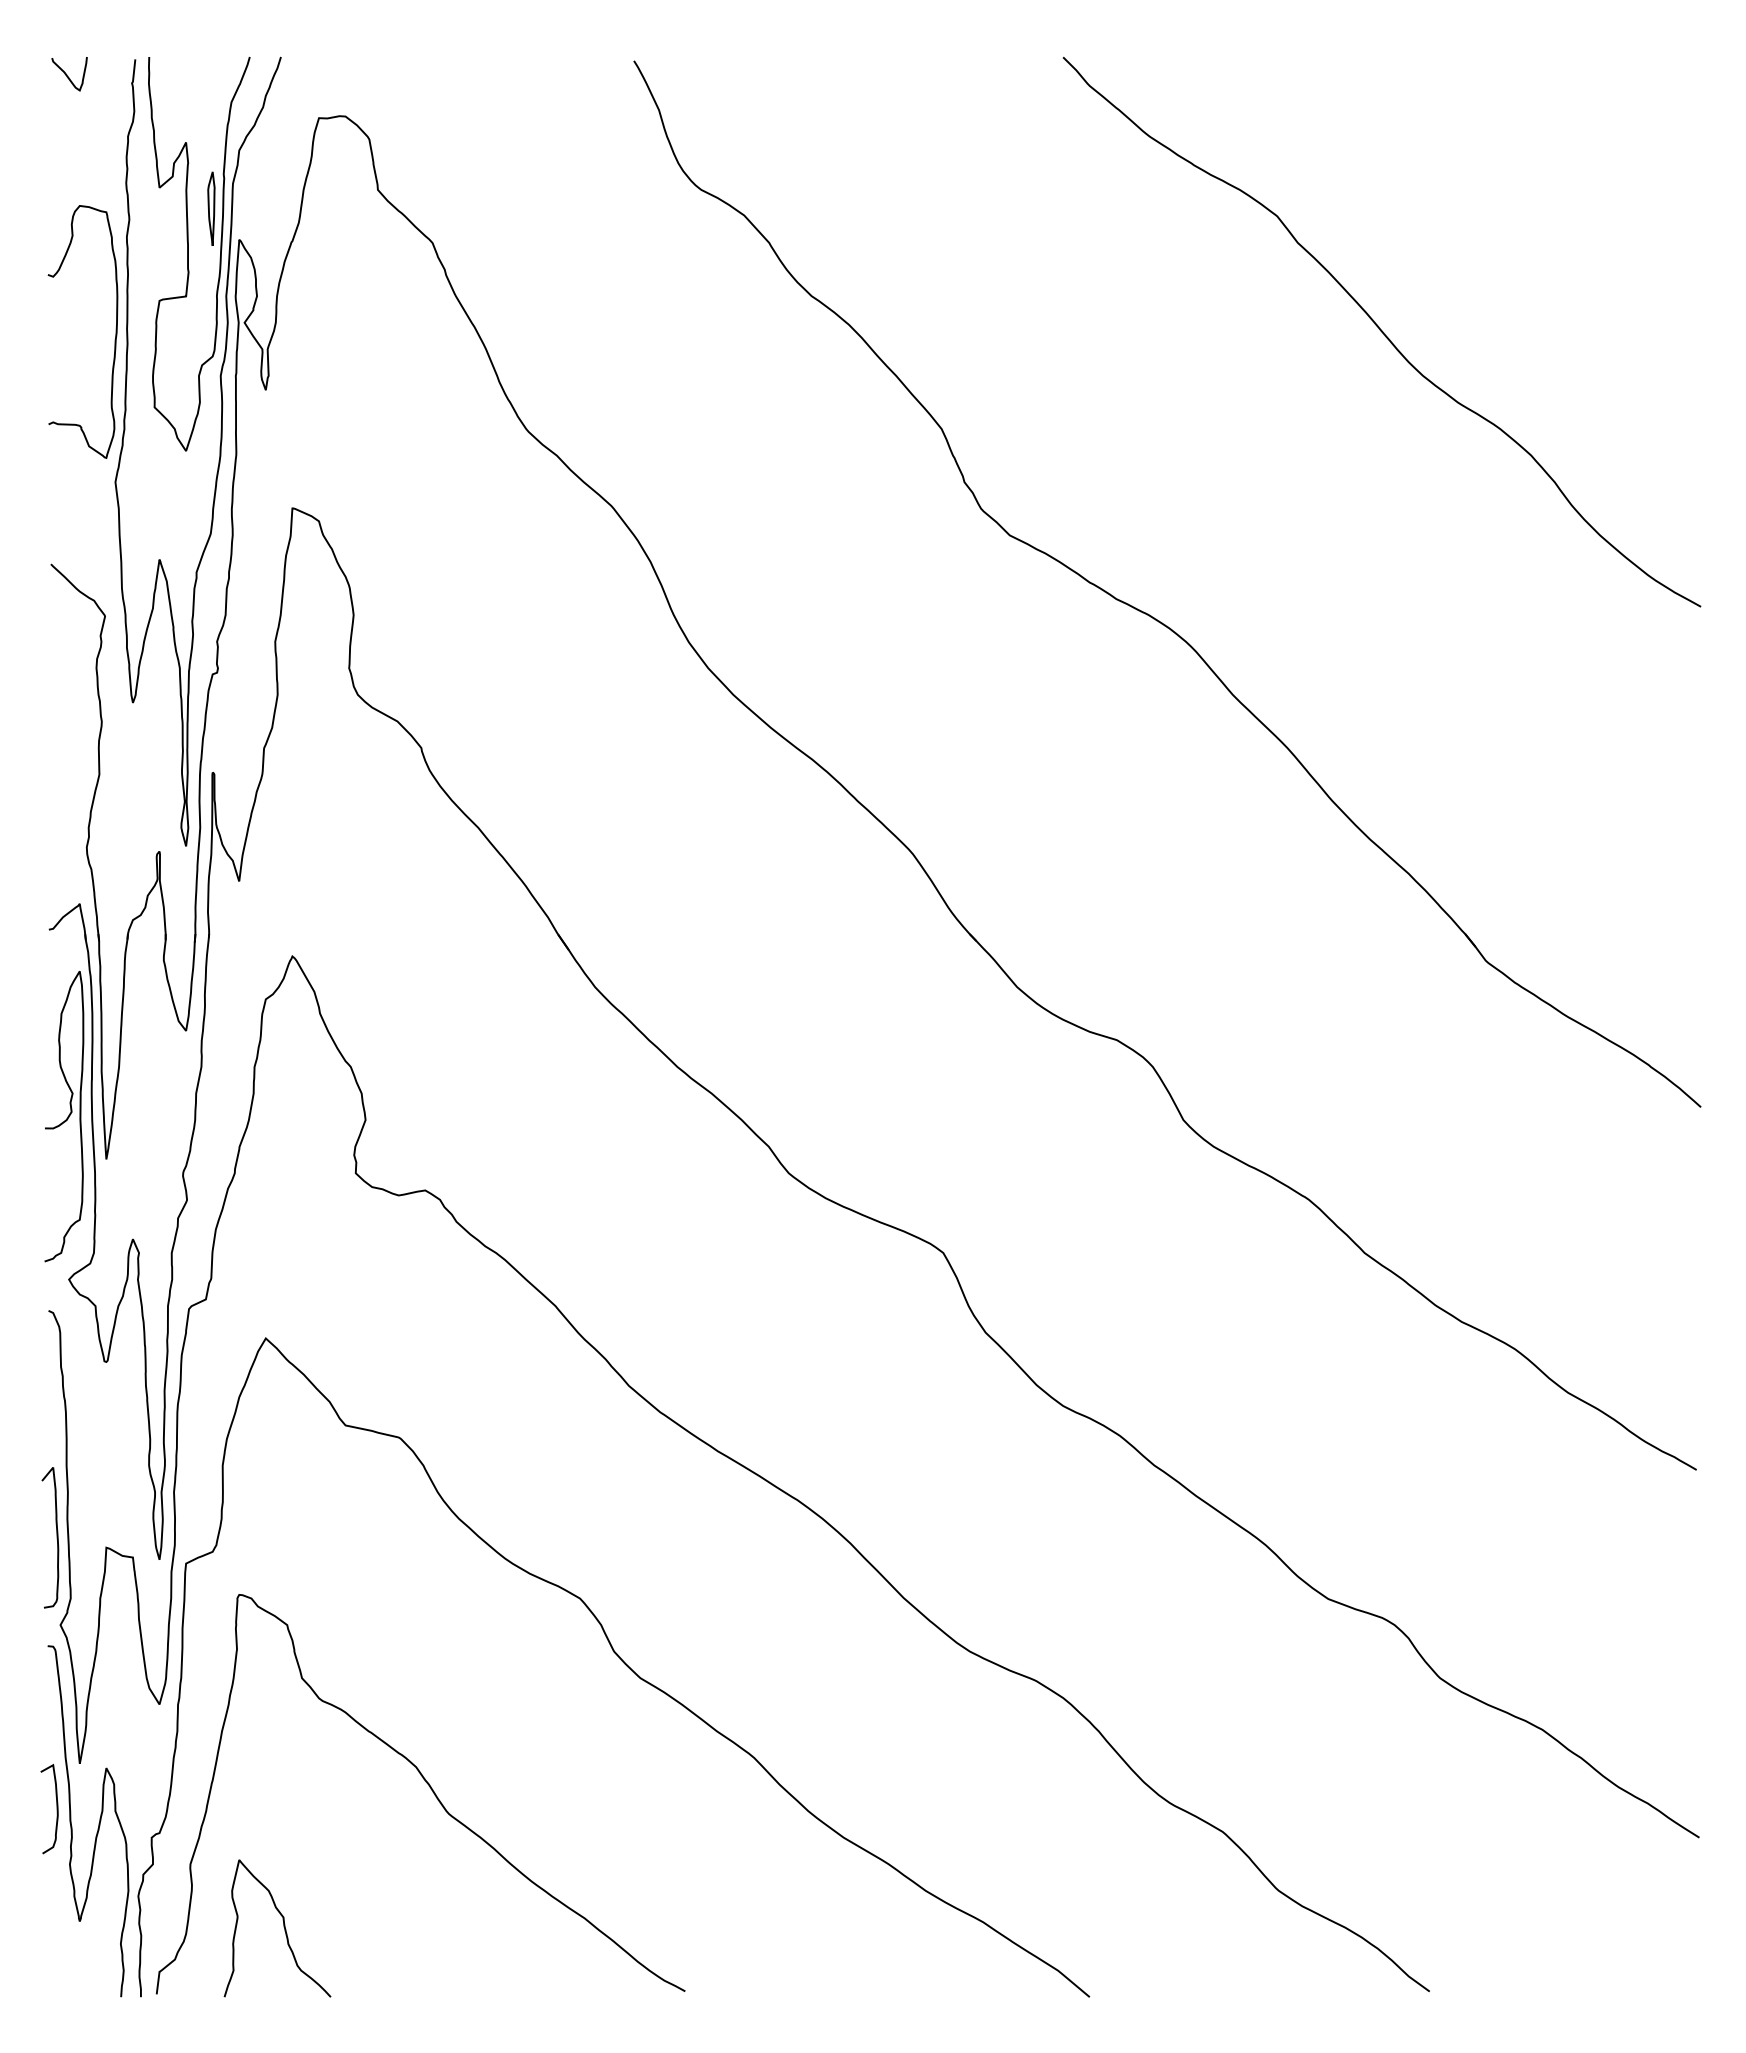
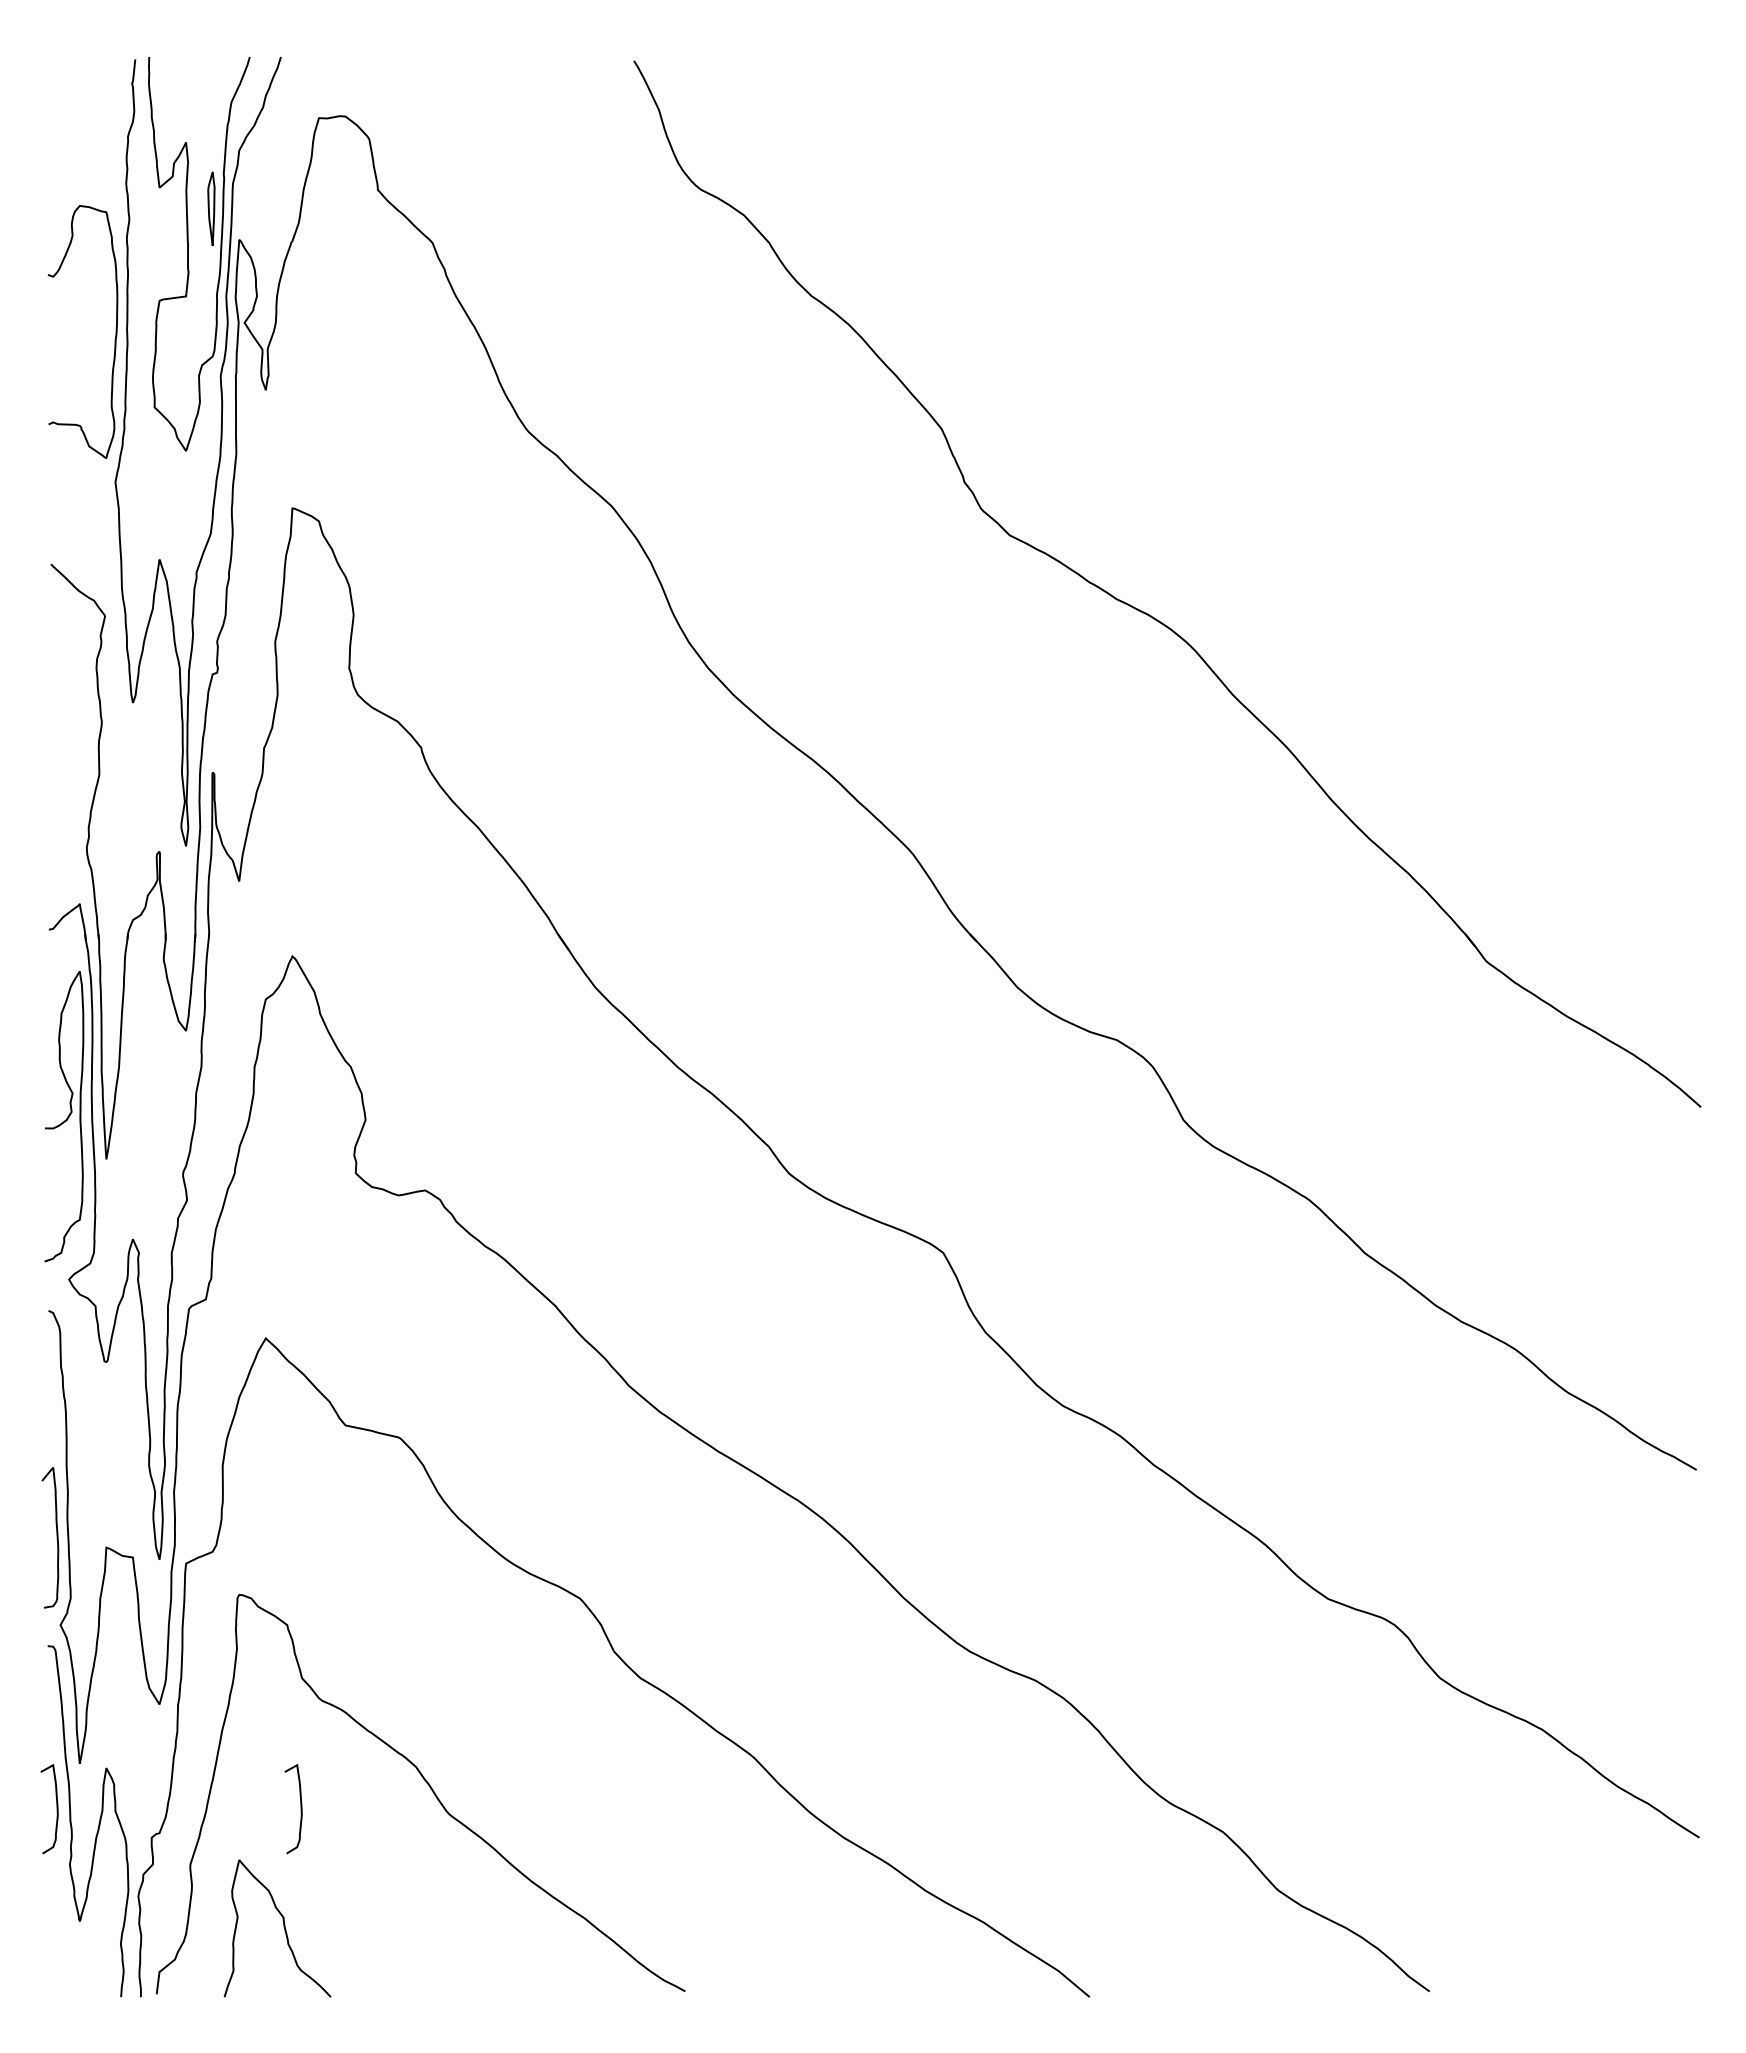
curve at (67, 74): present -> none
curve at (1381, 332): present -> none
curve at (300, 1809): none -> present
